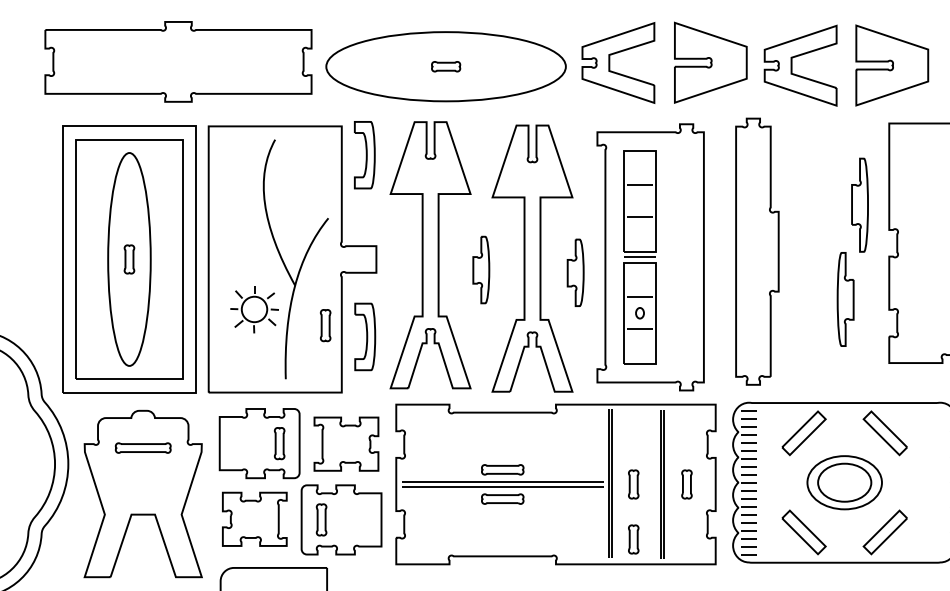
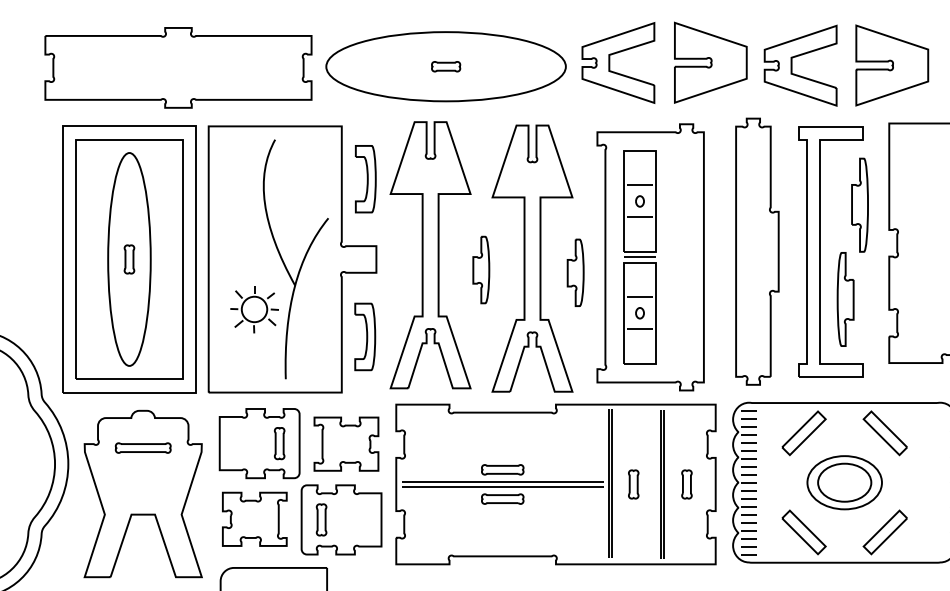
part at (178, 61) position: (178, 61) -> (178, 67)
part at (364, 155) position: (364, 155) -> (365, 179)
part at (639, 201): none -> present
part at (820, 251): none -> present
part at (325, 325): present -> none
part at (633, 539): present -> none
